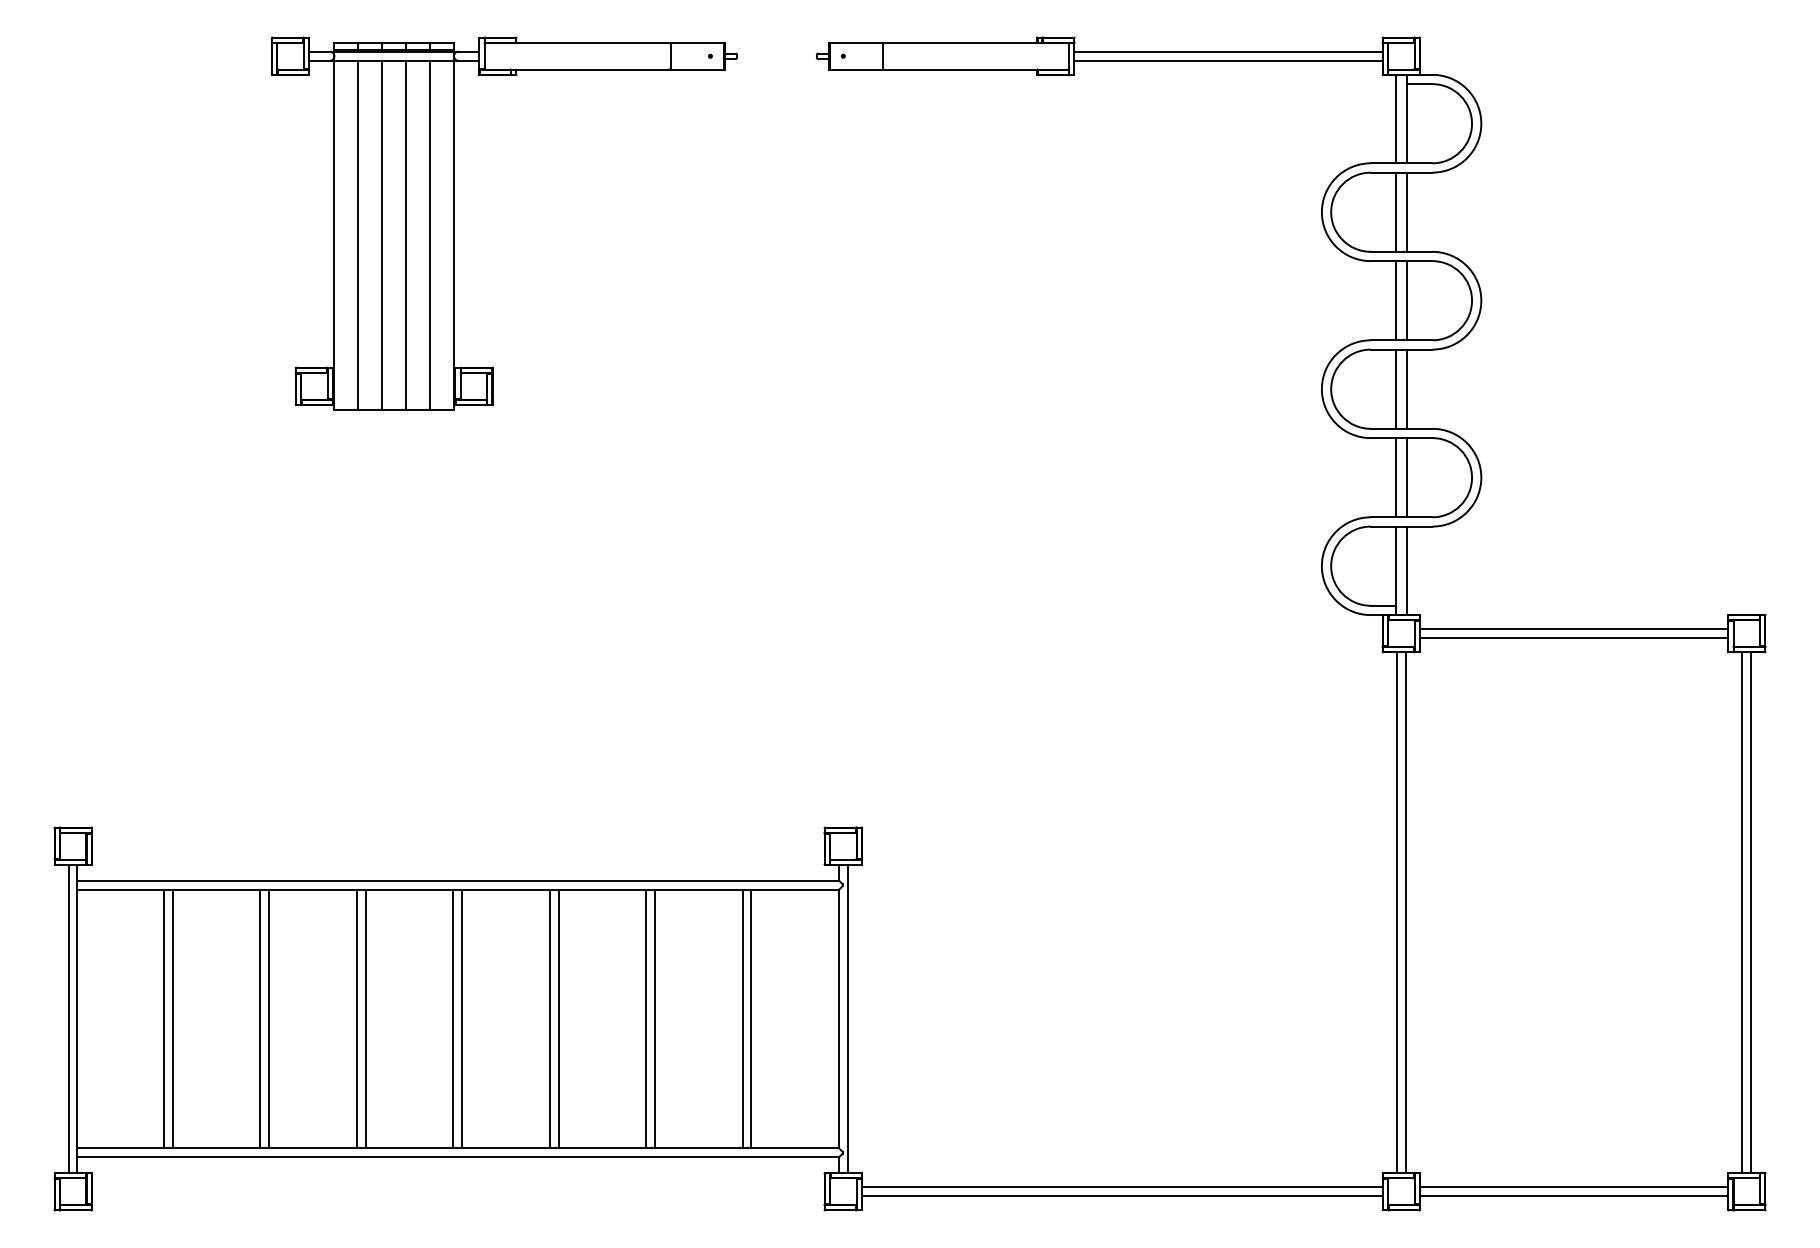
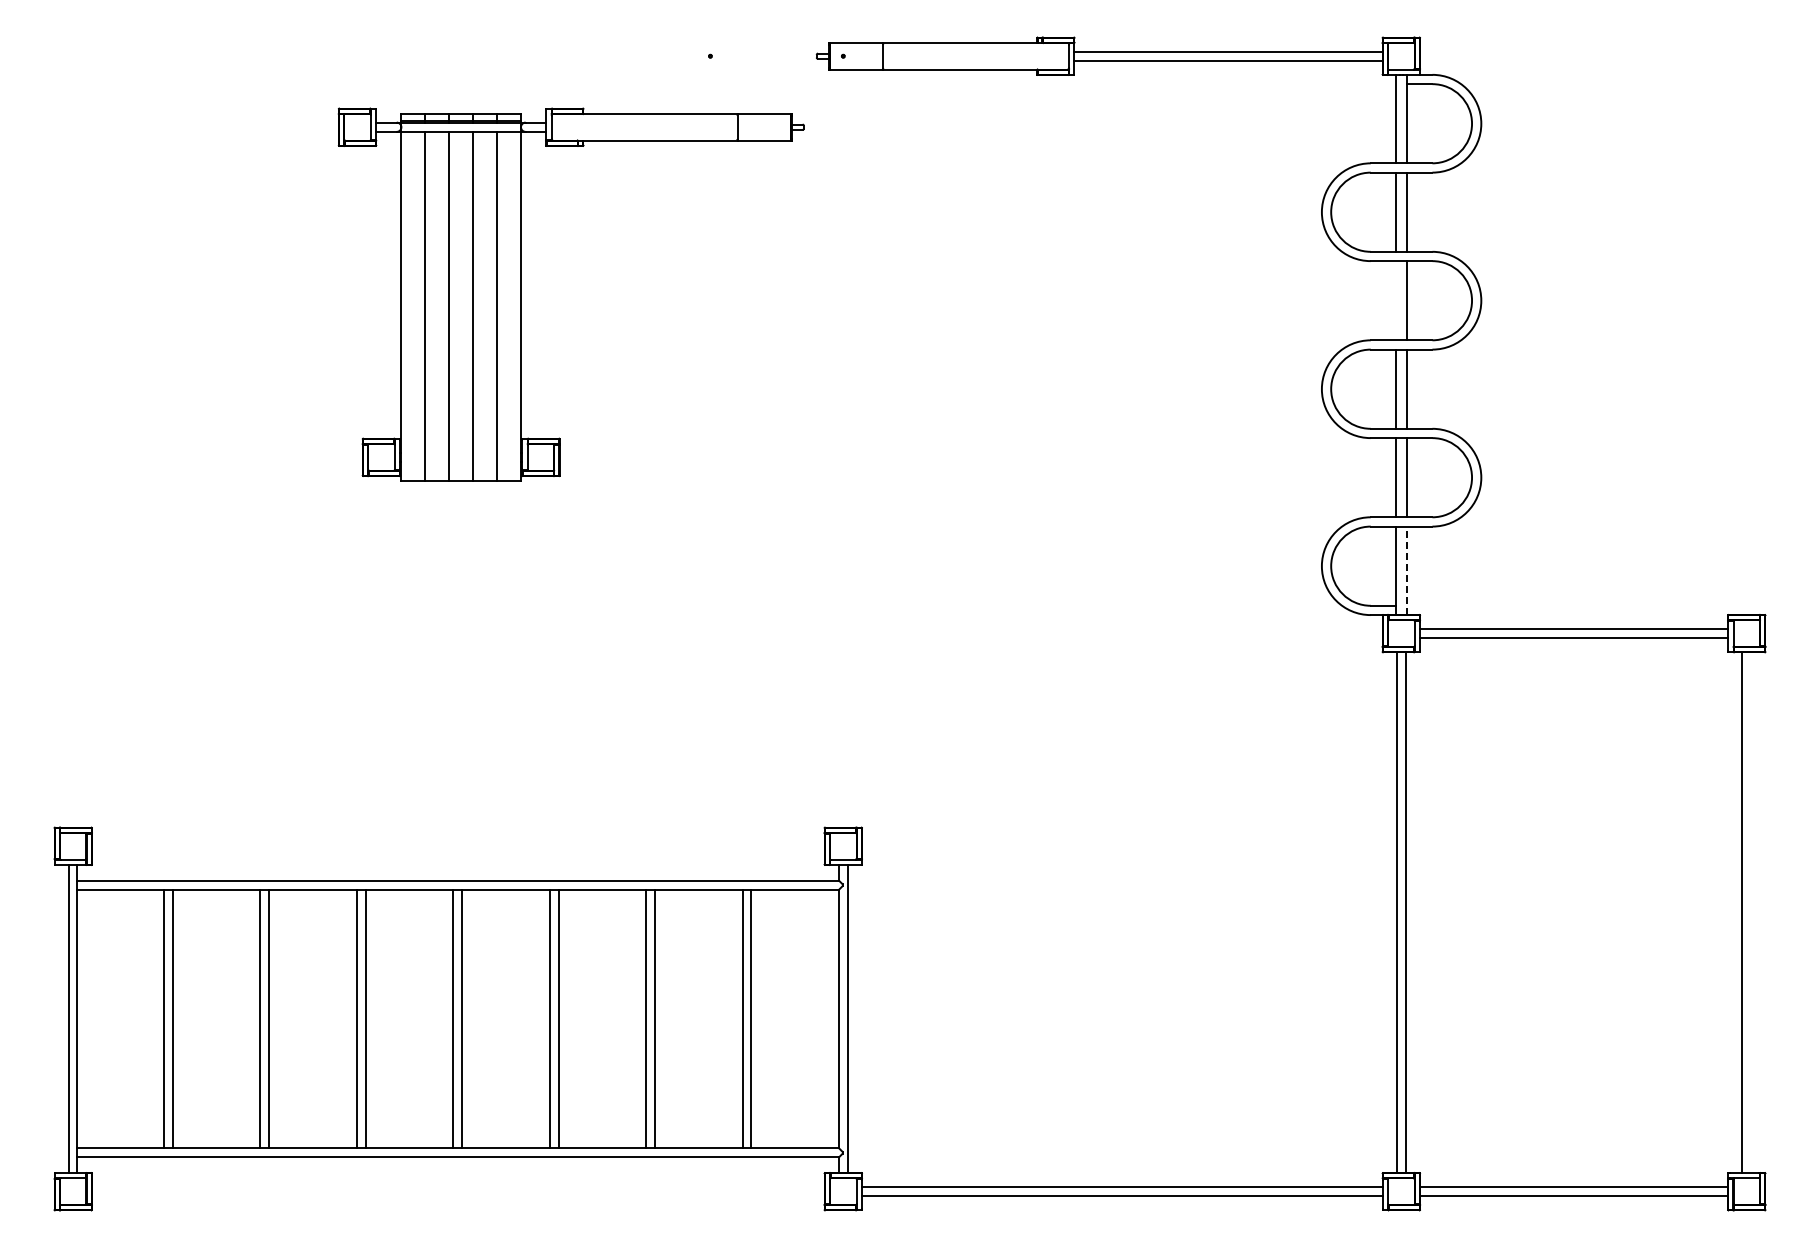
part at (454, 223) position: (454, 223) -> (521, 294)
line at (1396, 300): present -> none
line at (1407, 570): solid -> dashed
line at (1751, 912): present -> none
